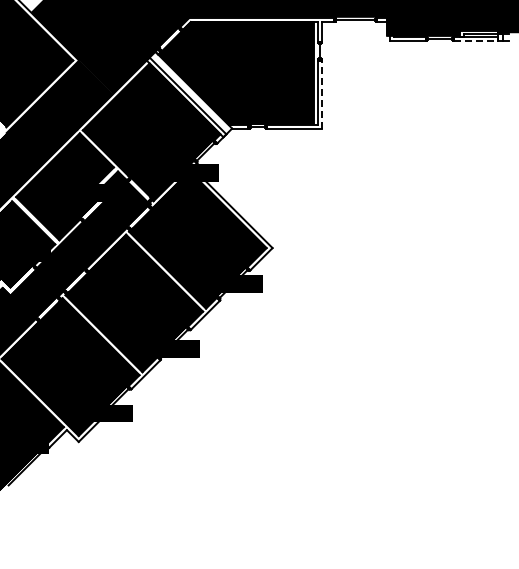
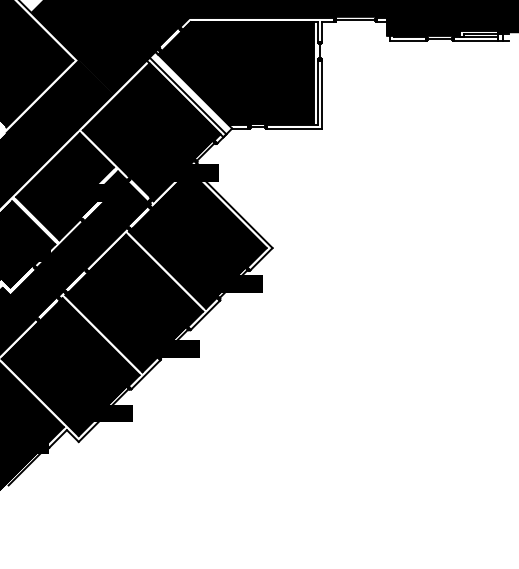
line at (476, 41): dashed -> solid
line at (322, 94): dashed -> solid
